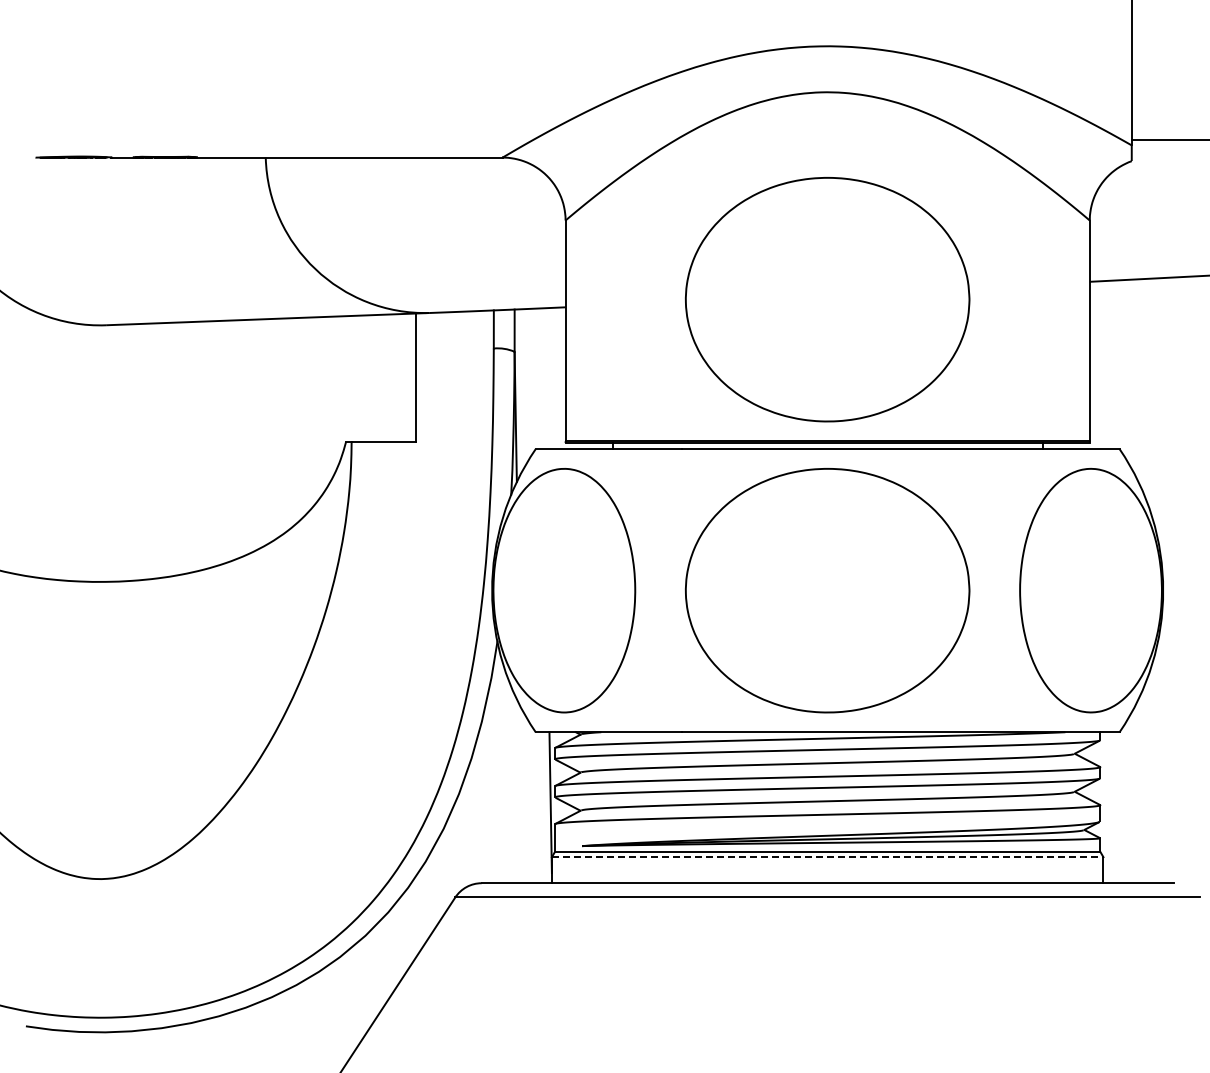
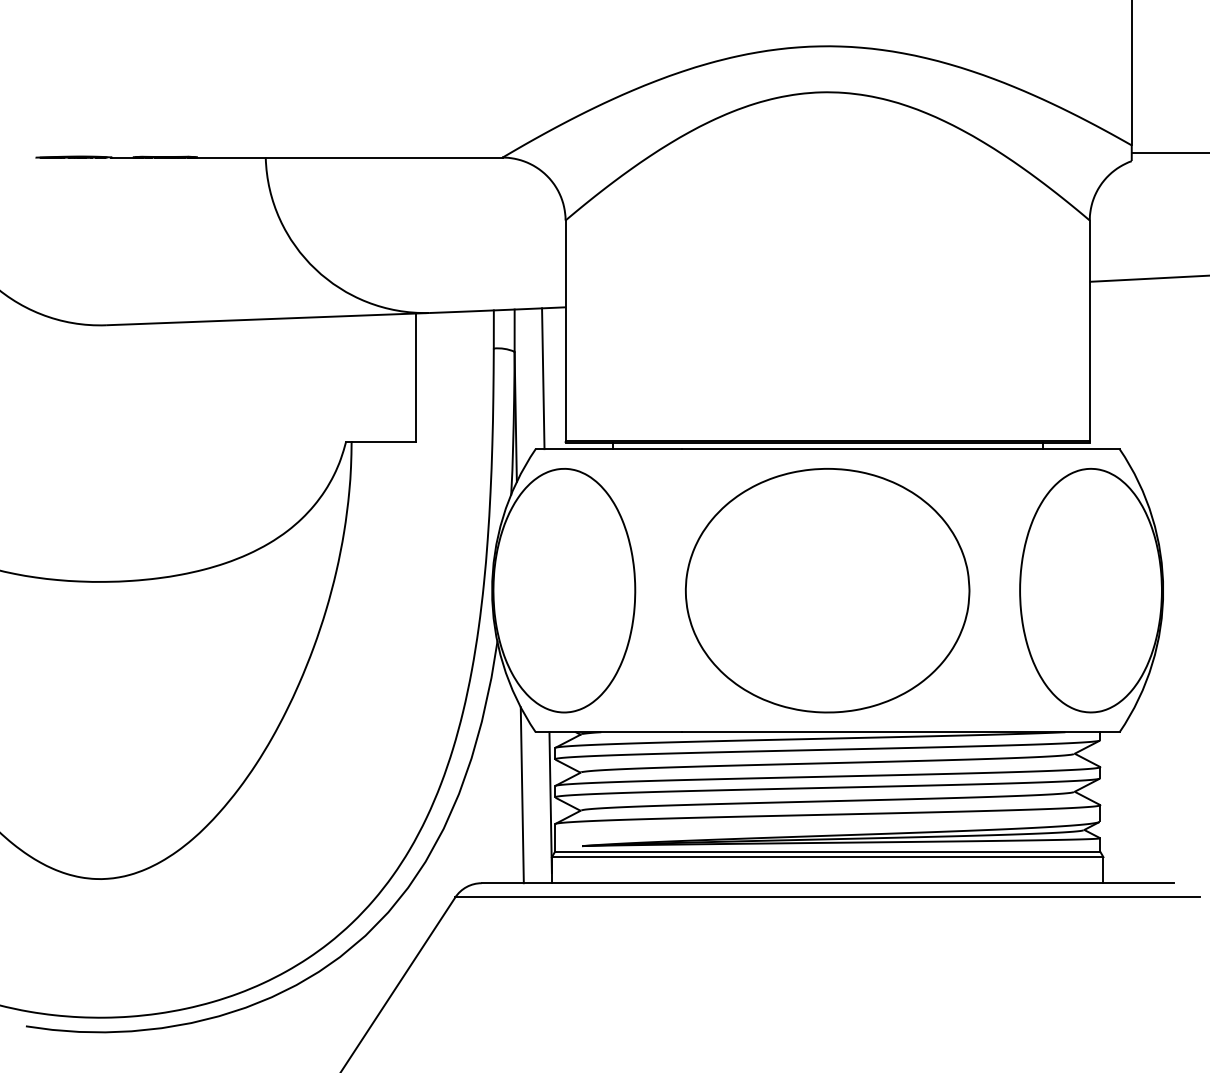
line at (1168, 140) position: (1168, 140) -> (1168, 153)
part at (827, 299): present -> none
line at (543, 378): none -> present
line at (521, 795): none -> present
line at (827, 857): dashed -> solid
